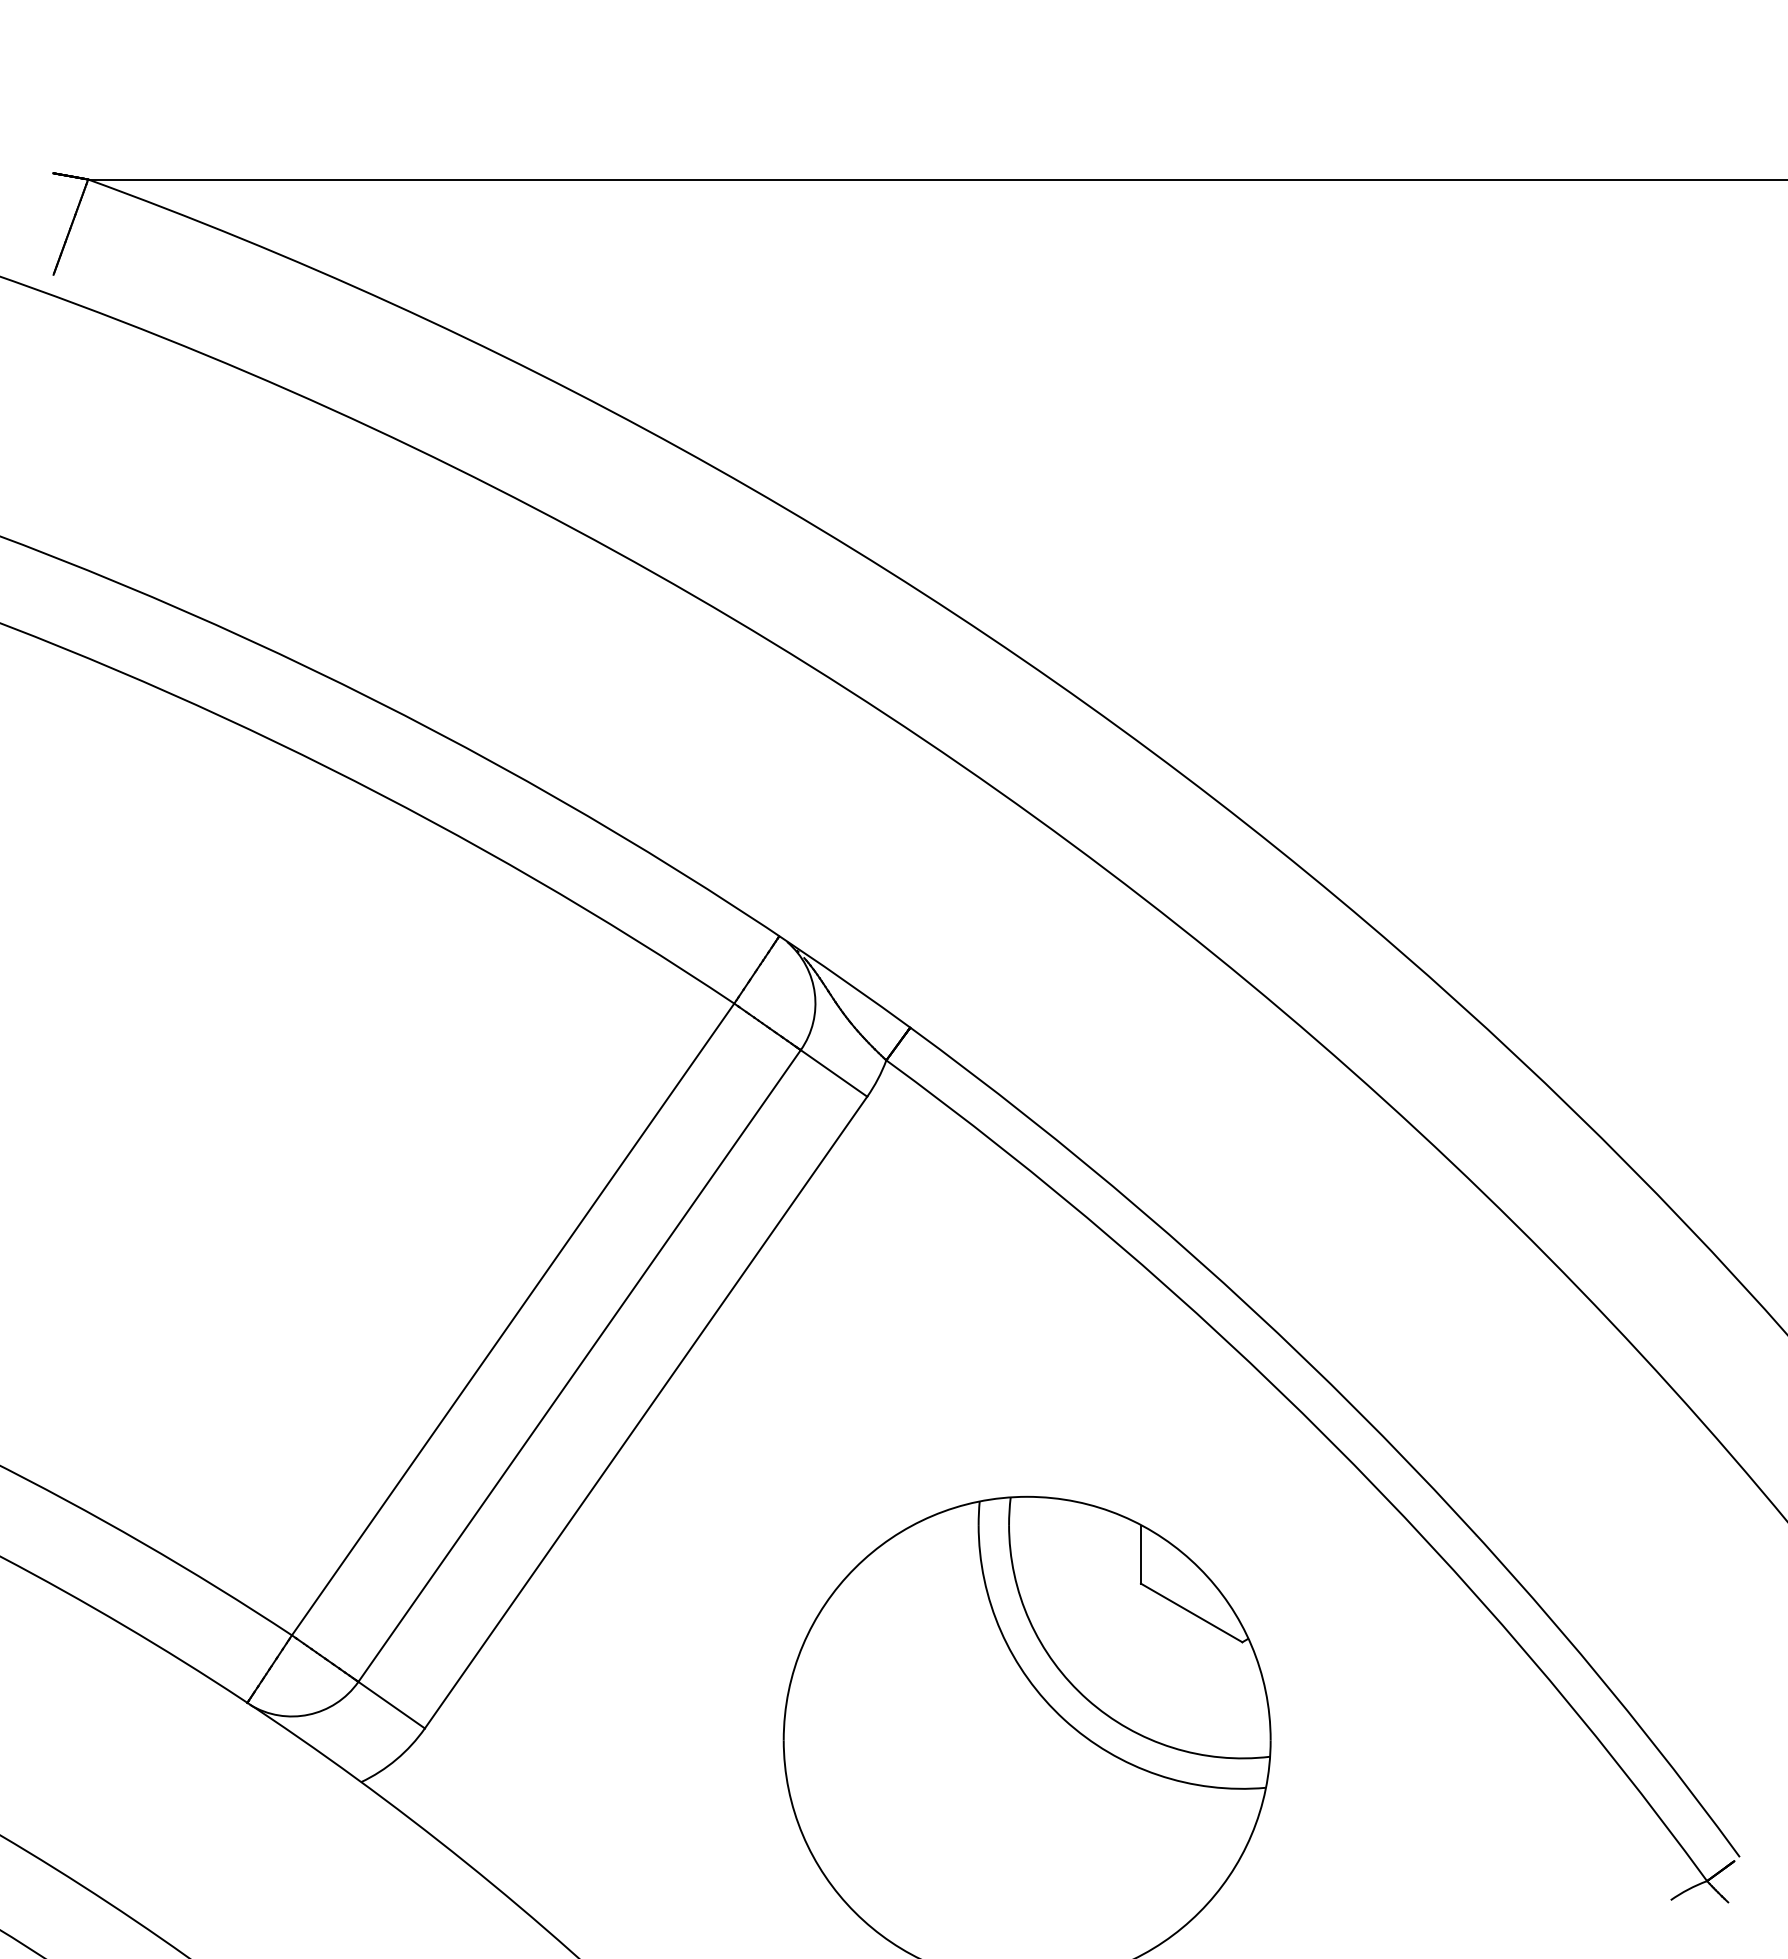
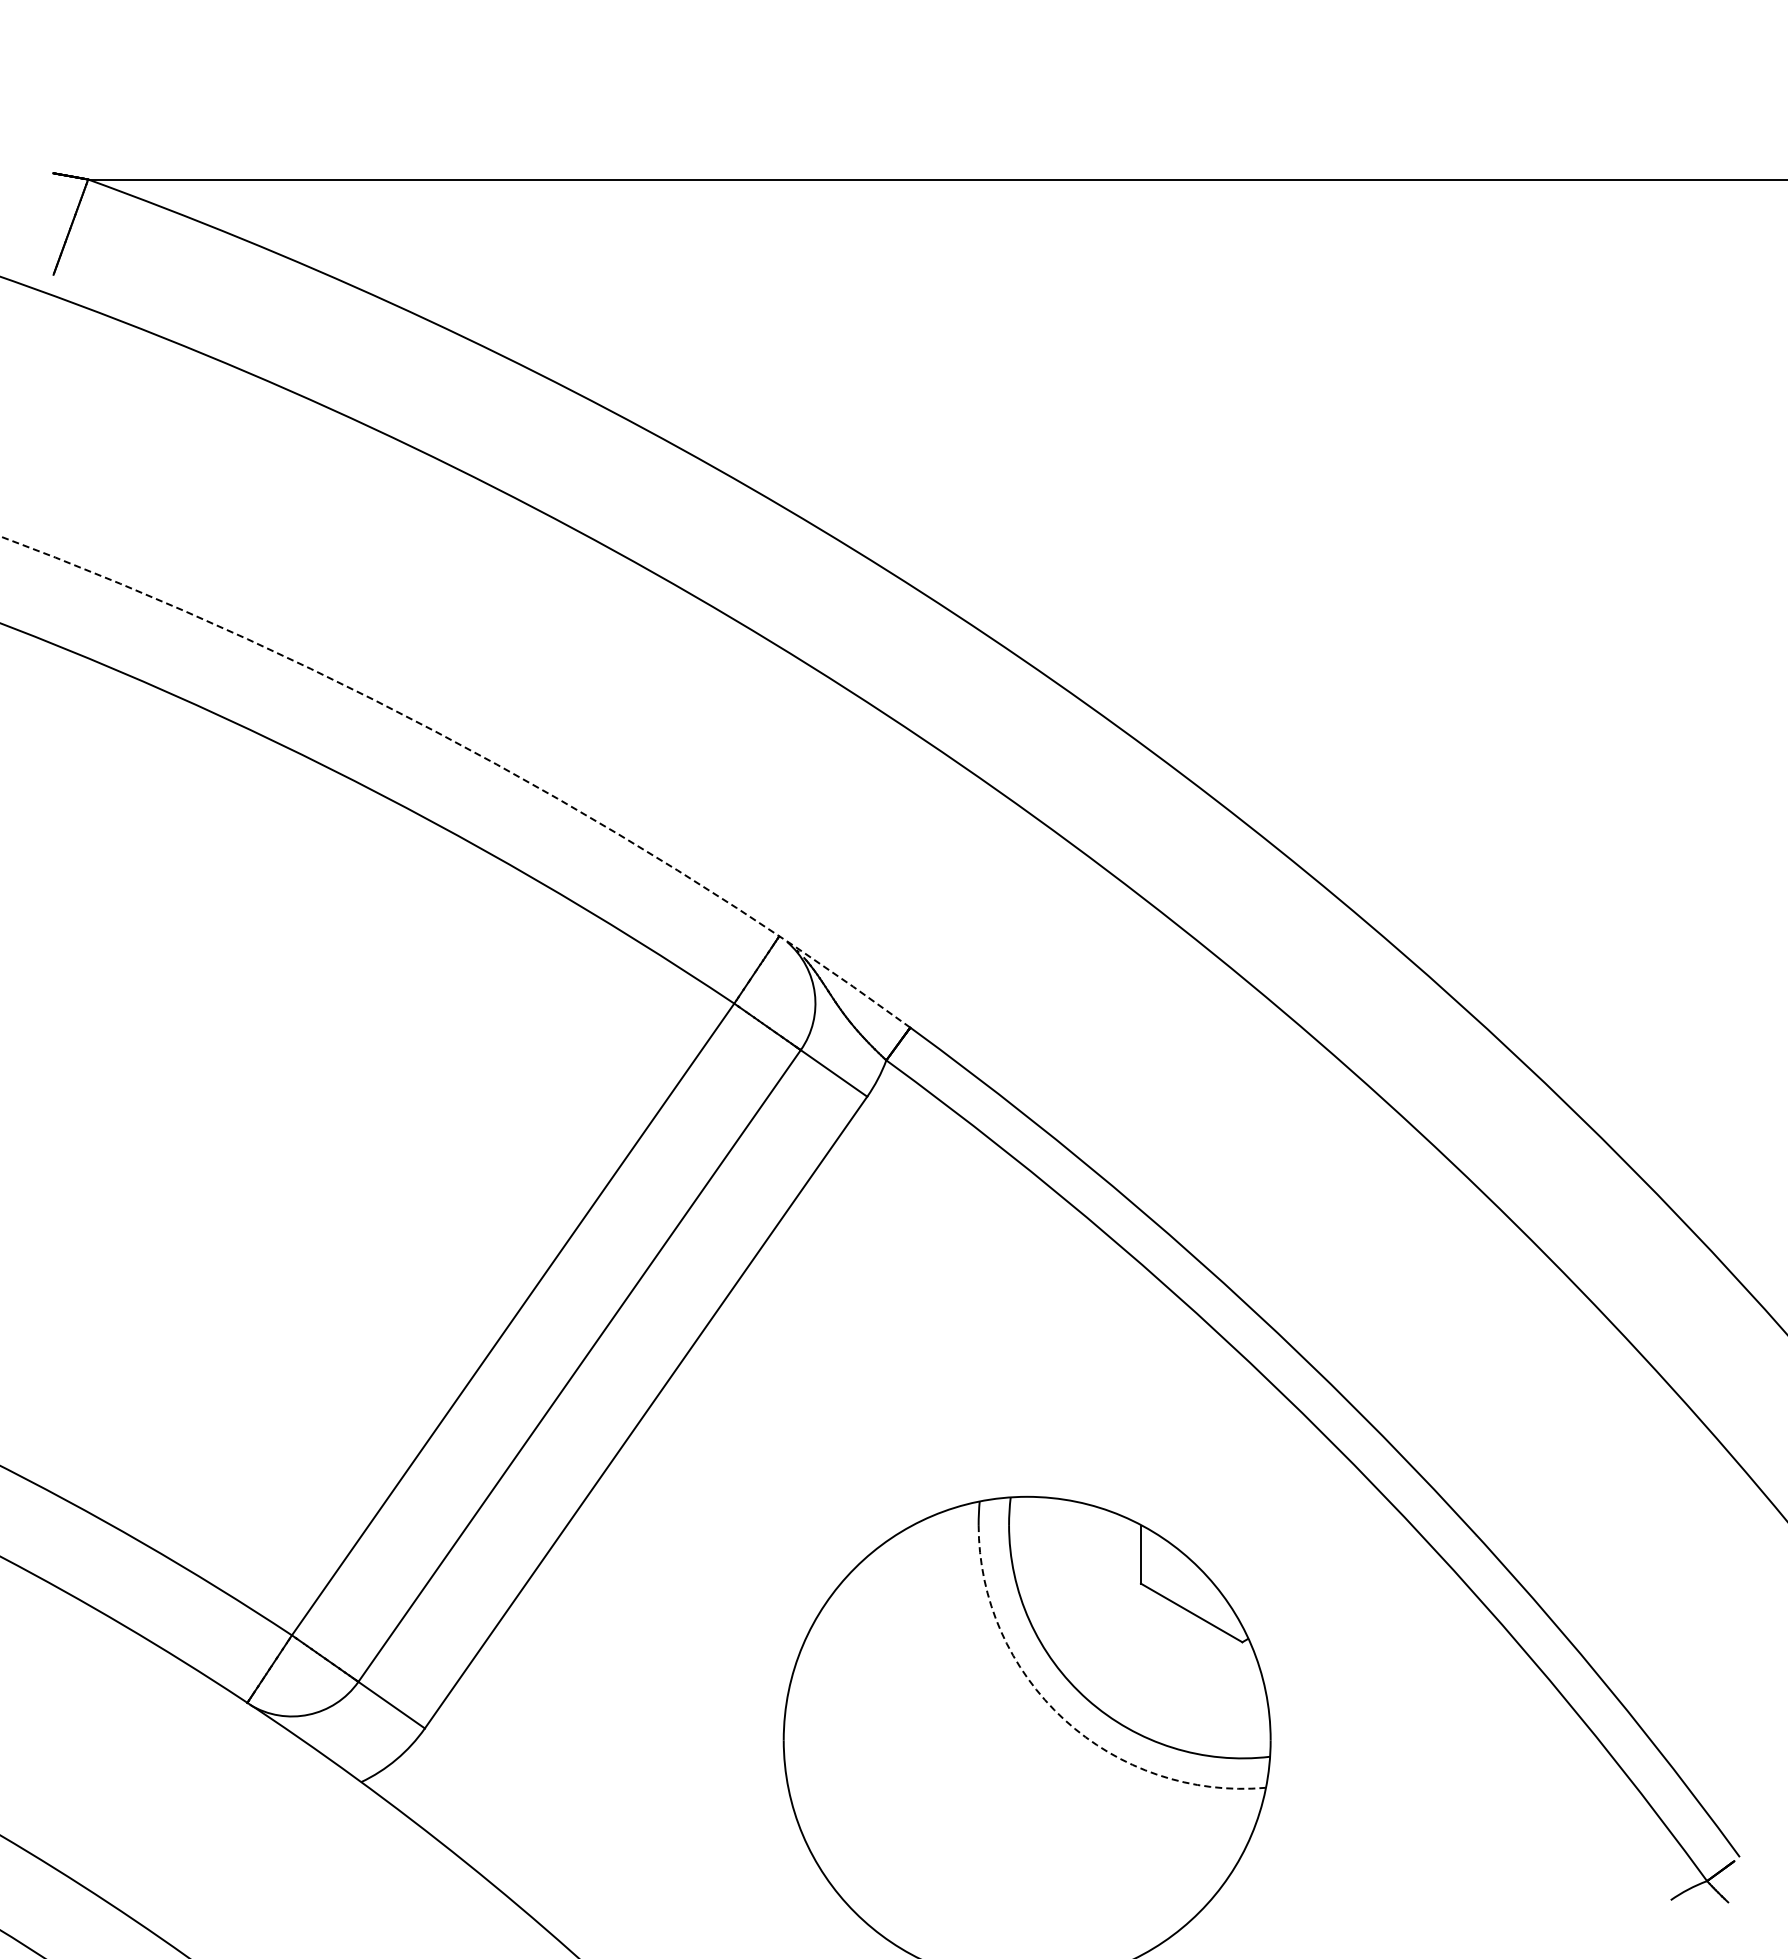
arc at (474, 752): solid -> dashed
arc at (1064, 1719): solid -> dashed
